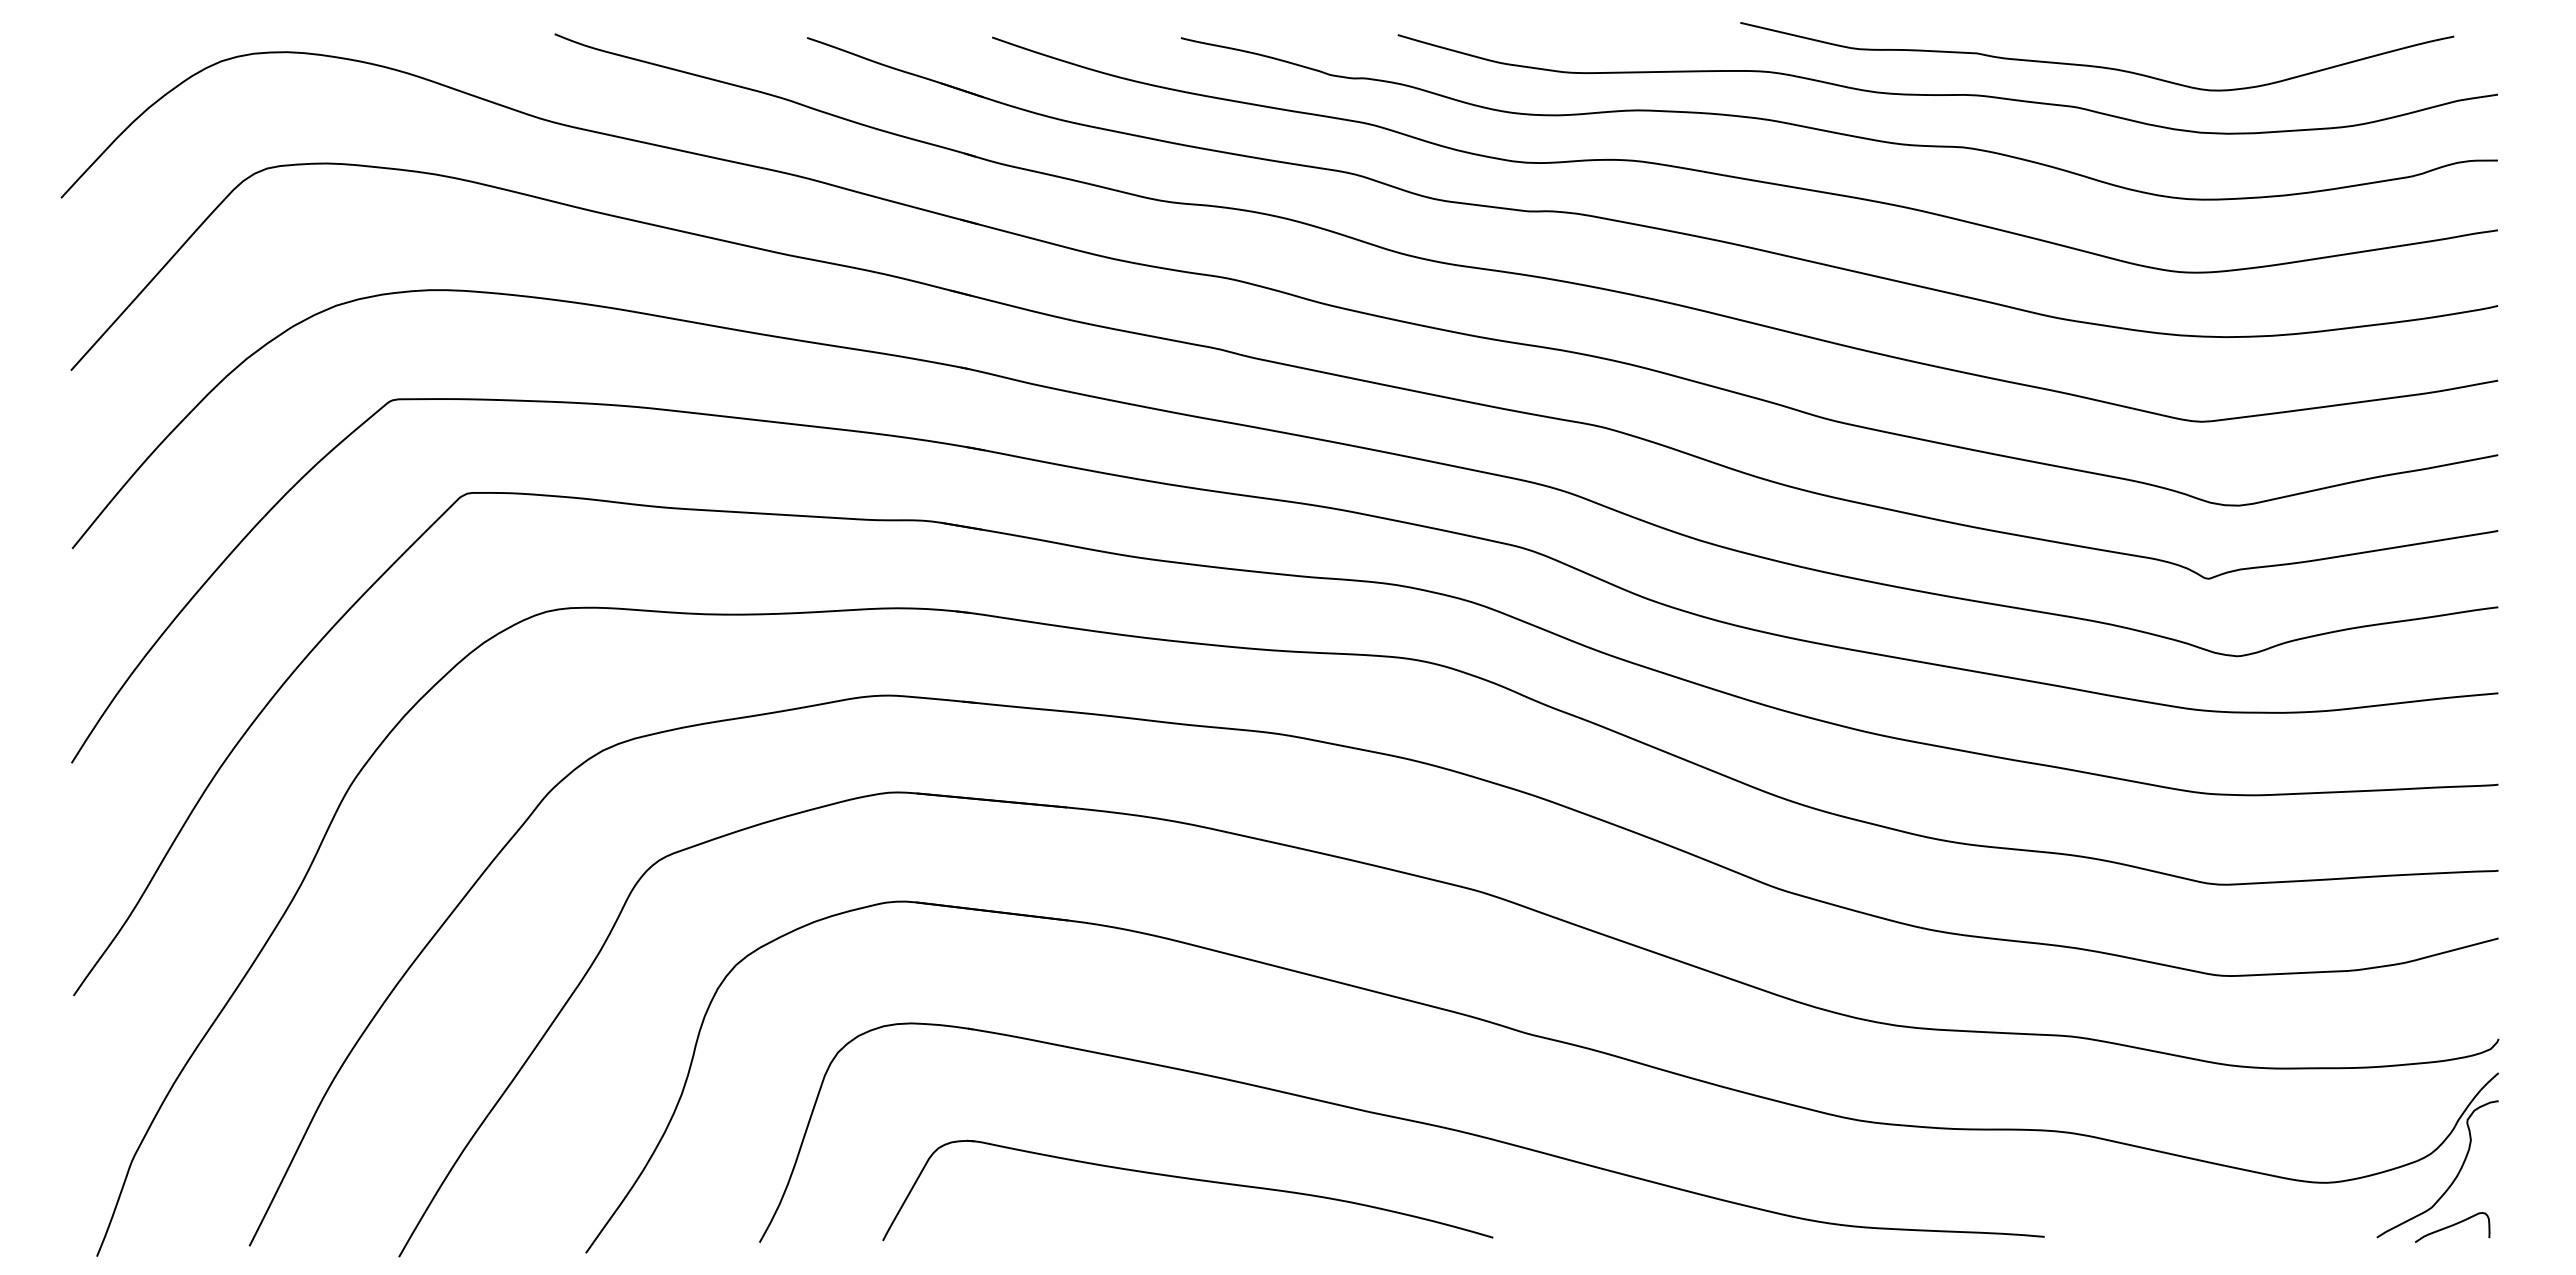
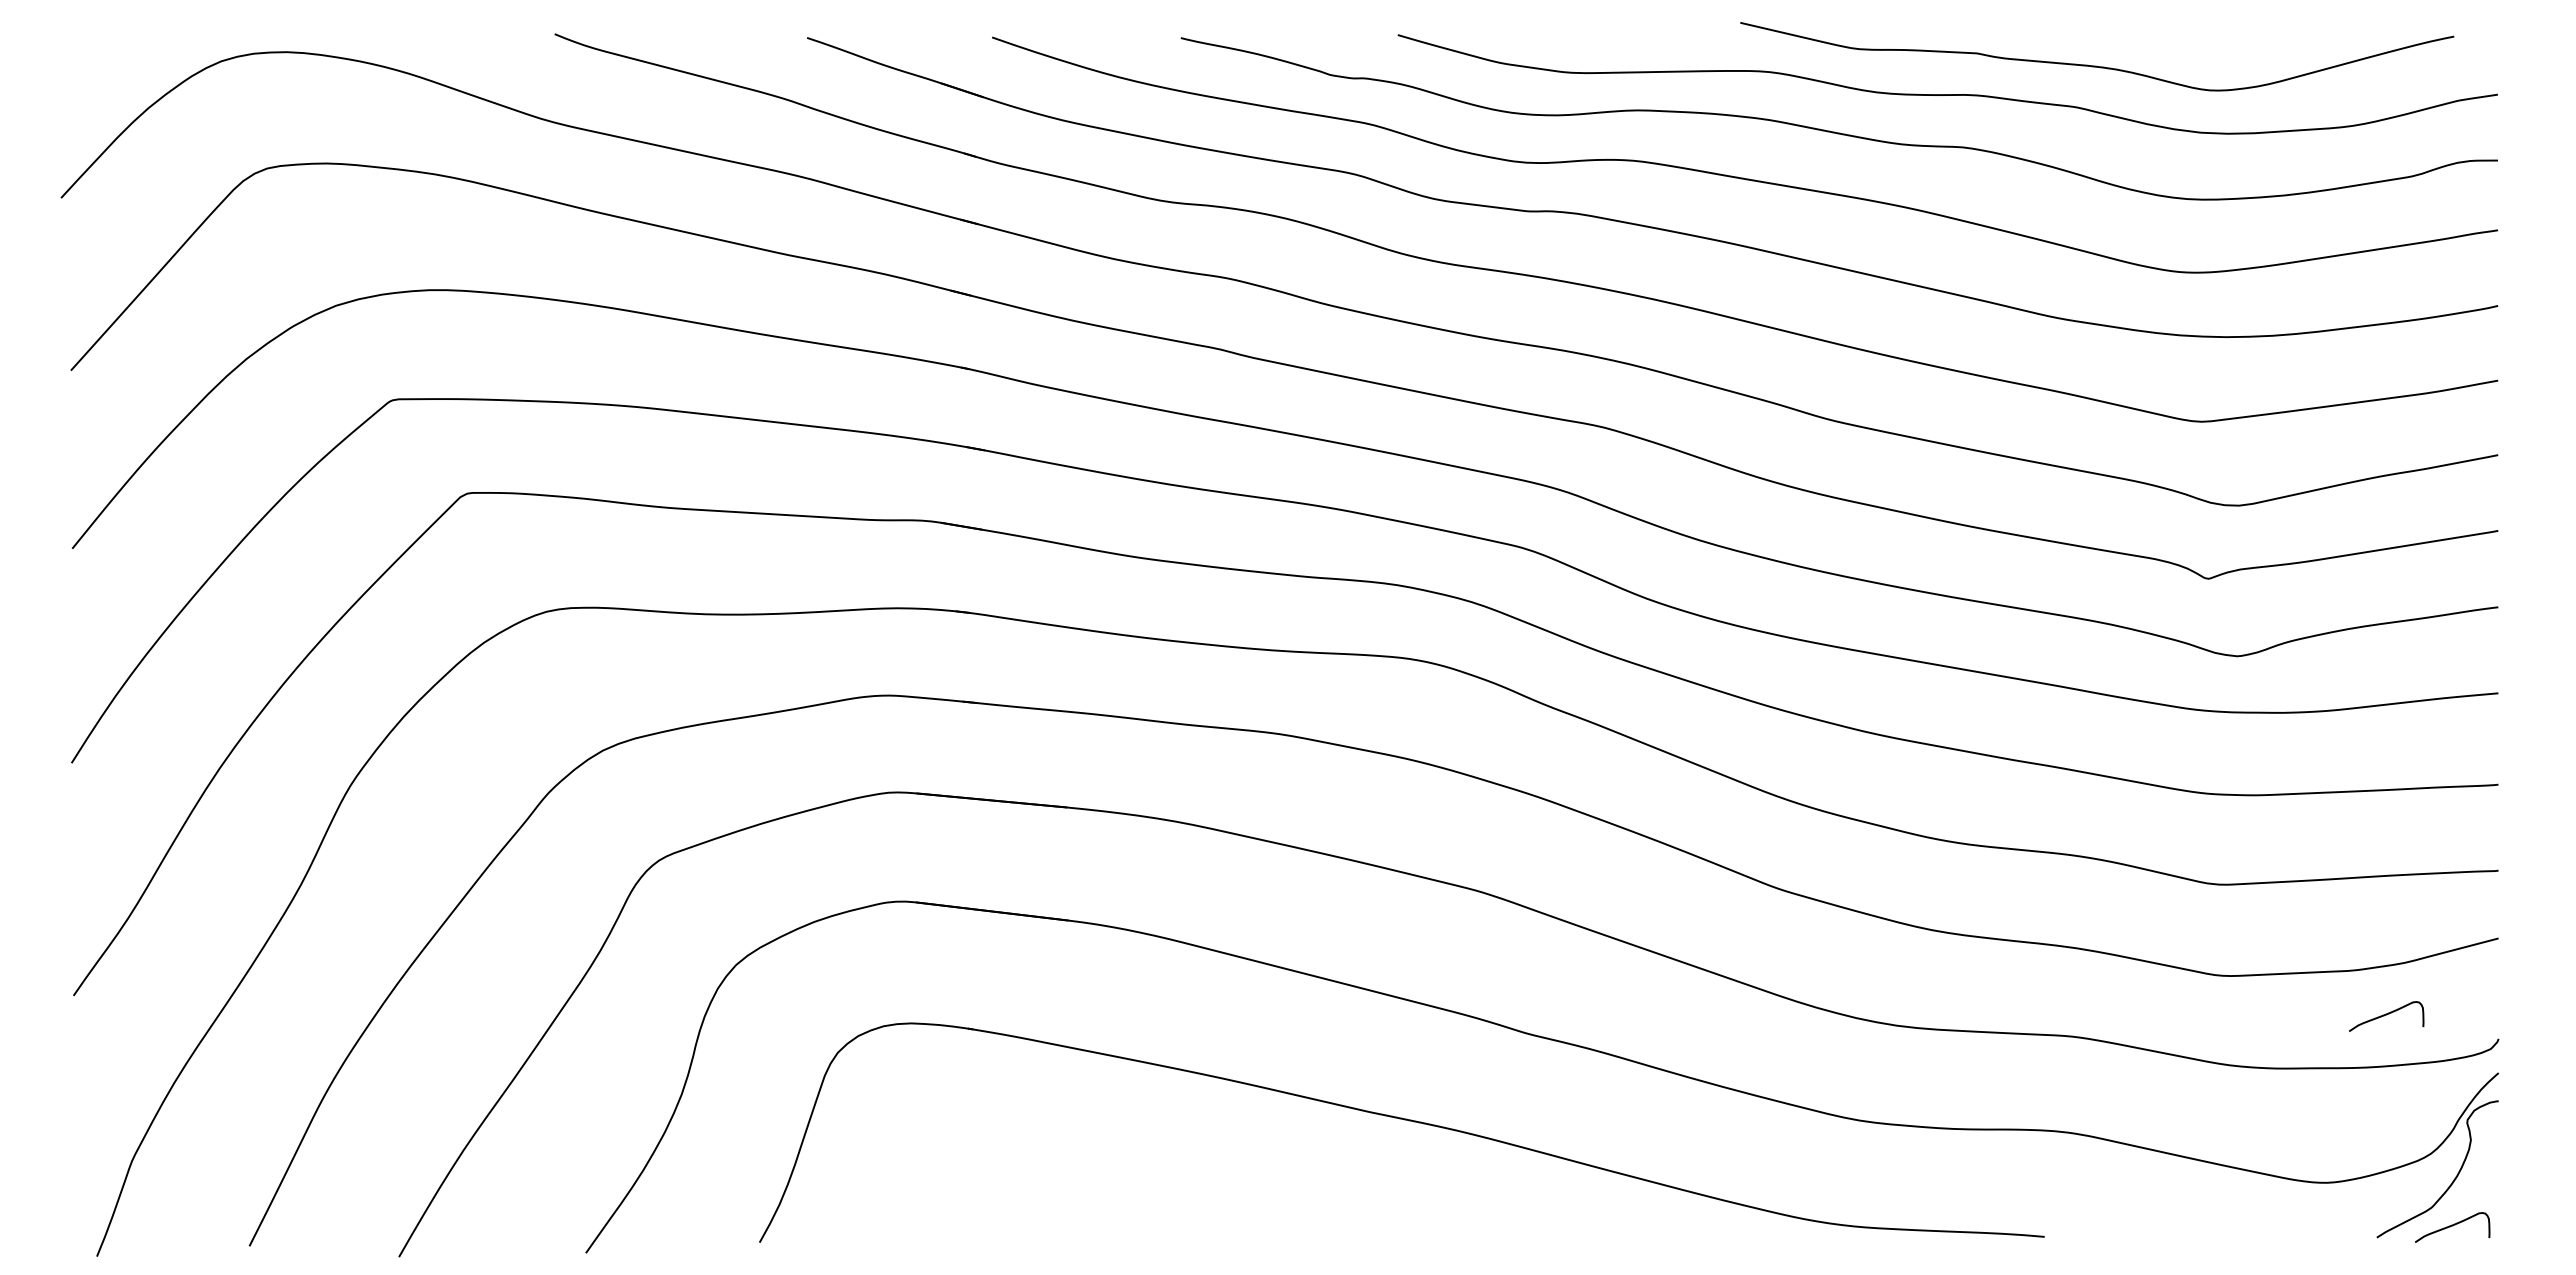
curve at (2386, 1015): none -> present
part at (1187, 1179): present -> none
